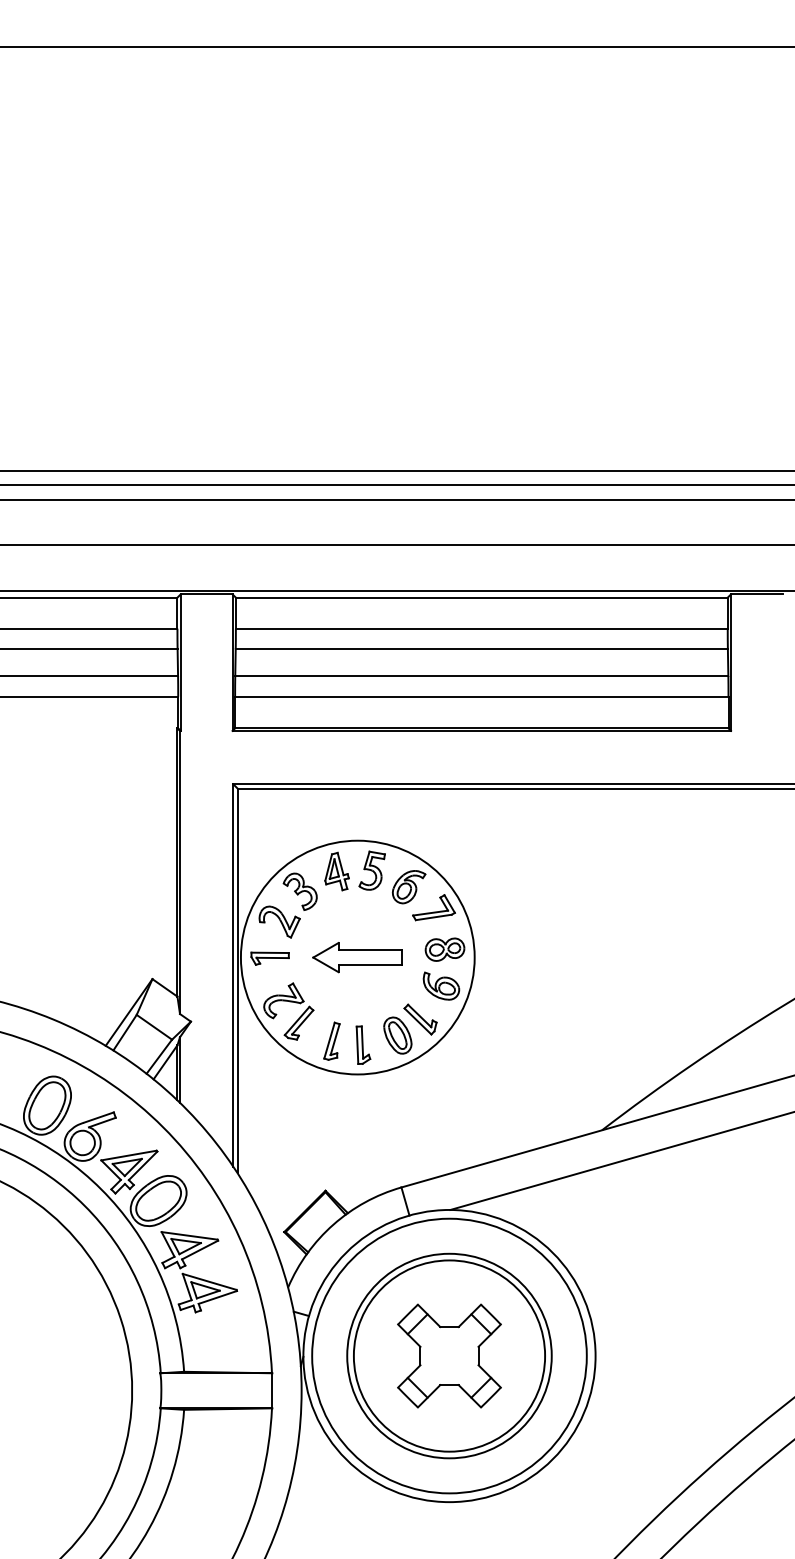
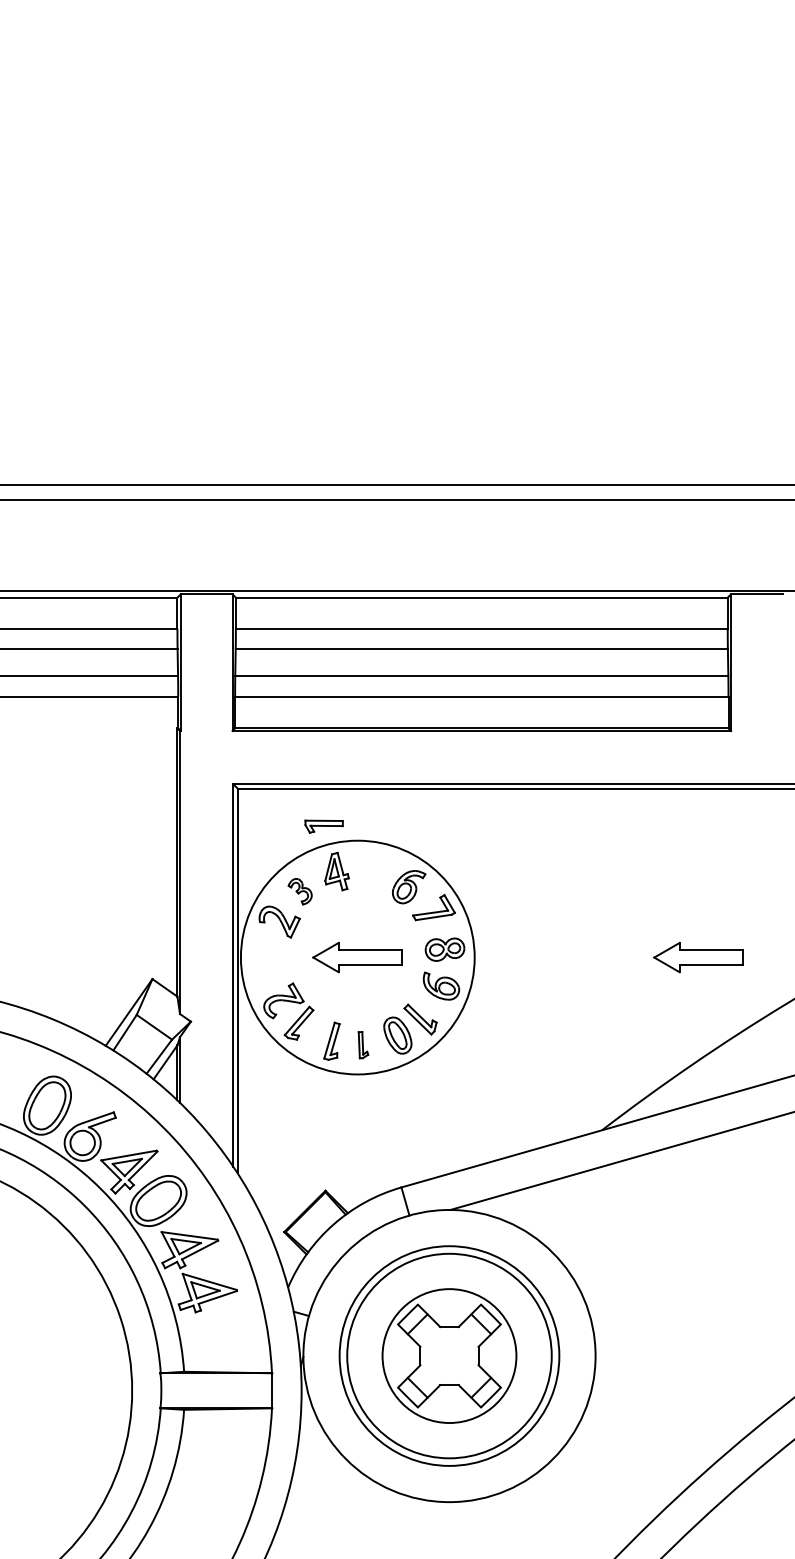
line at (396, 46): present -> none
line at (396, 470): present -> none
line at (396, 545): present -> none
part at (371, 870): present -> none
part at (299, 891) size: 36x39 px -> 26x28 px
part at (698, 957): none -> present
part at (269, 958) position: (269, 958) -> (323, 826)
part at (363, 1044) size: 17x40 px -> 13x29 px
circle at (449, 1355) diameter: 191 px -> 134 px
circle at (449, 1355) diameter: 275 px -> 220 px
